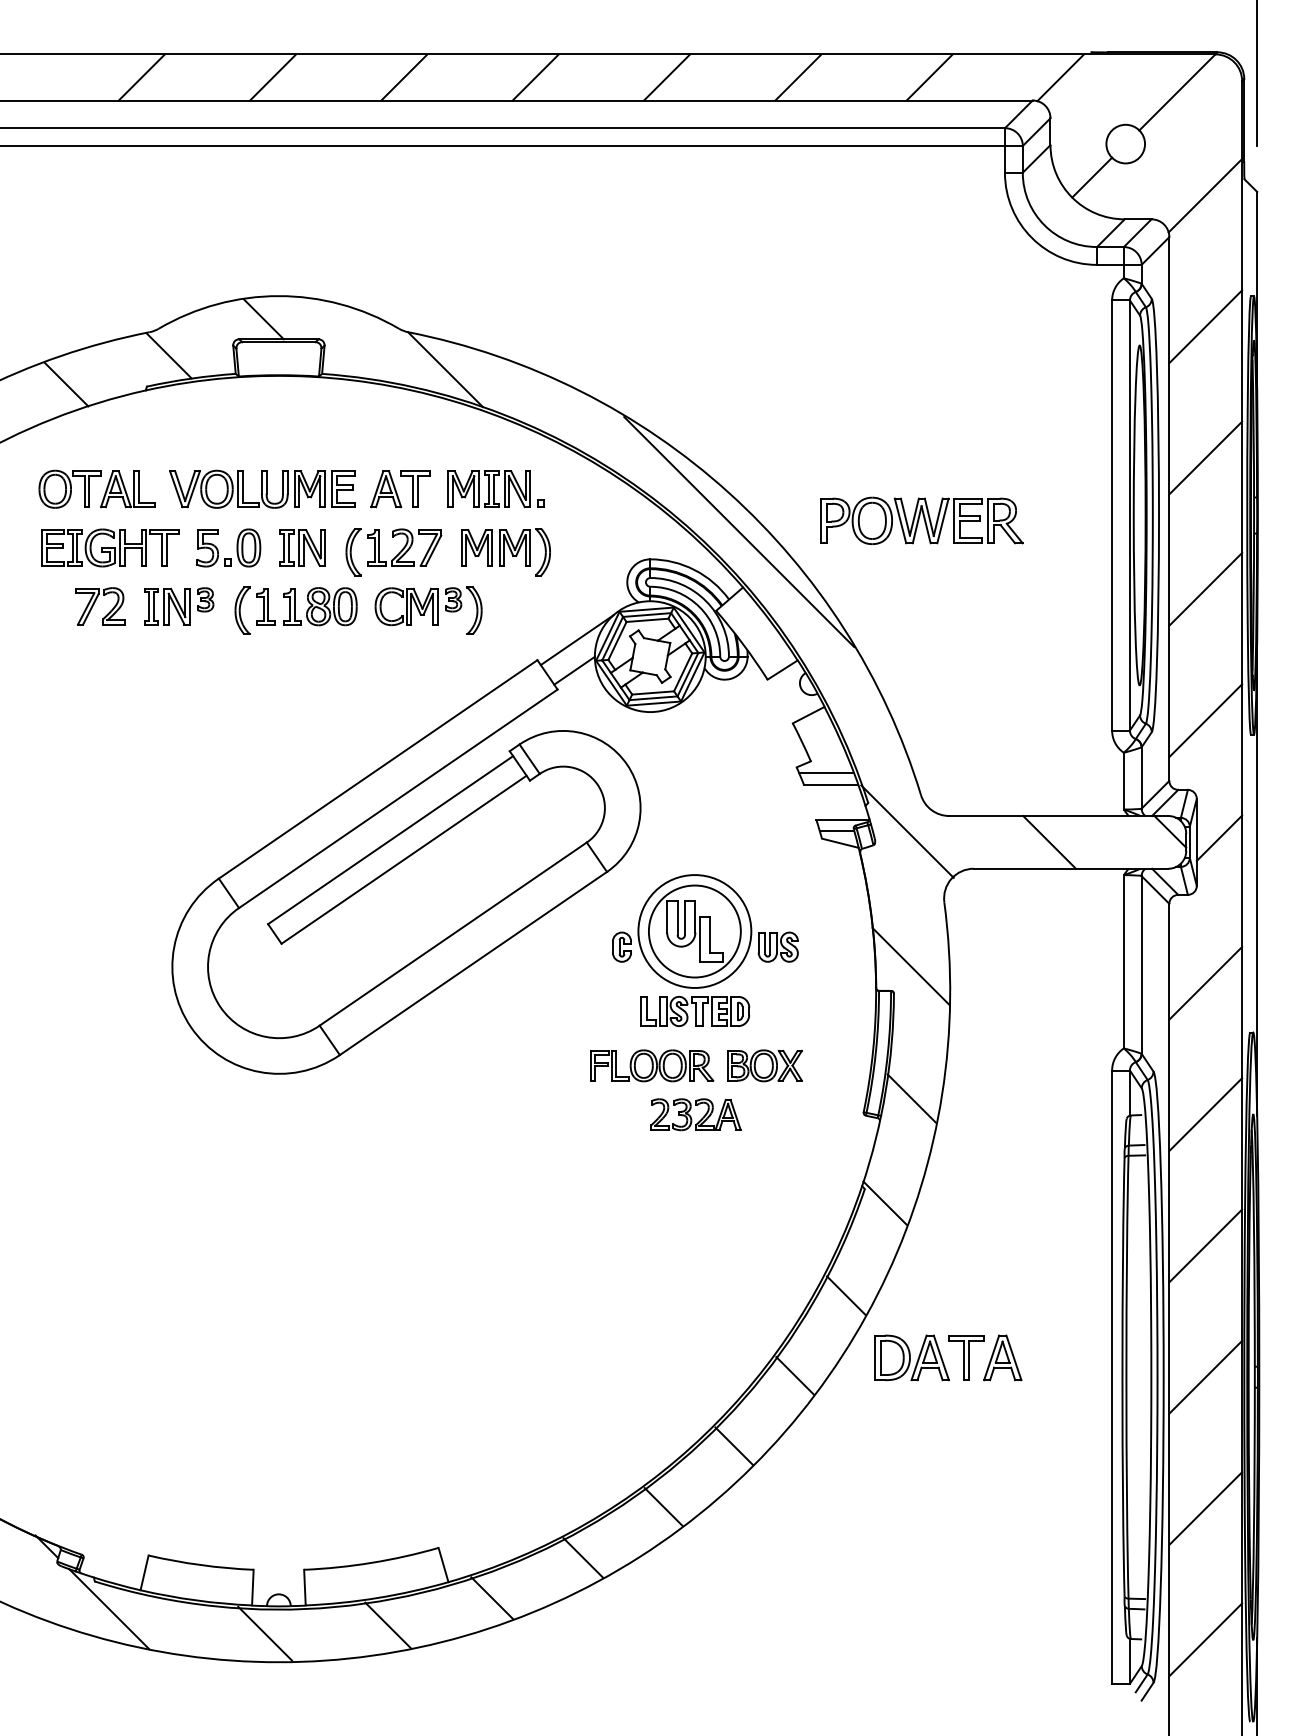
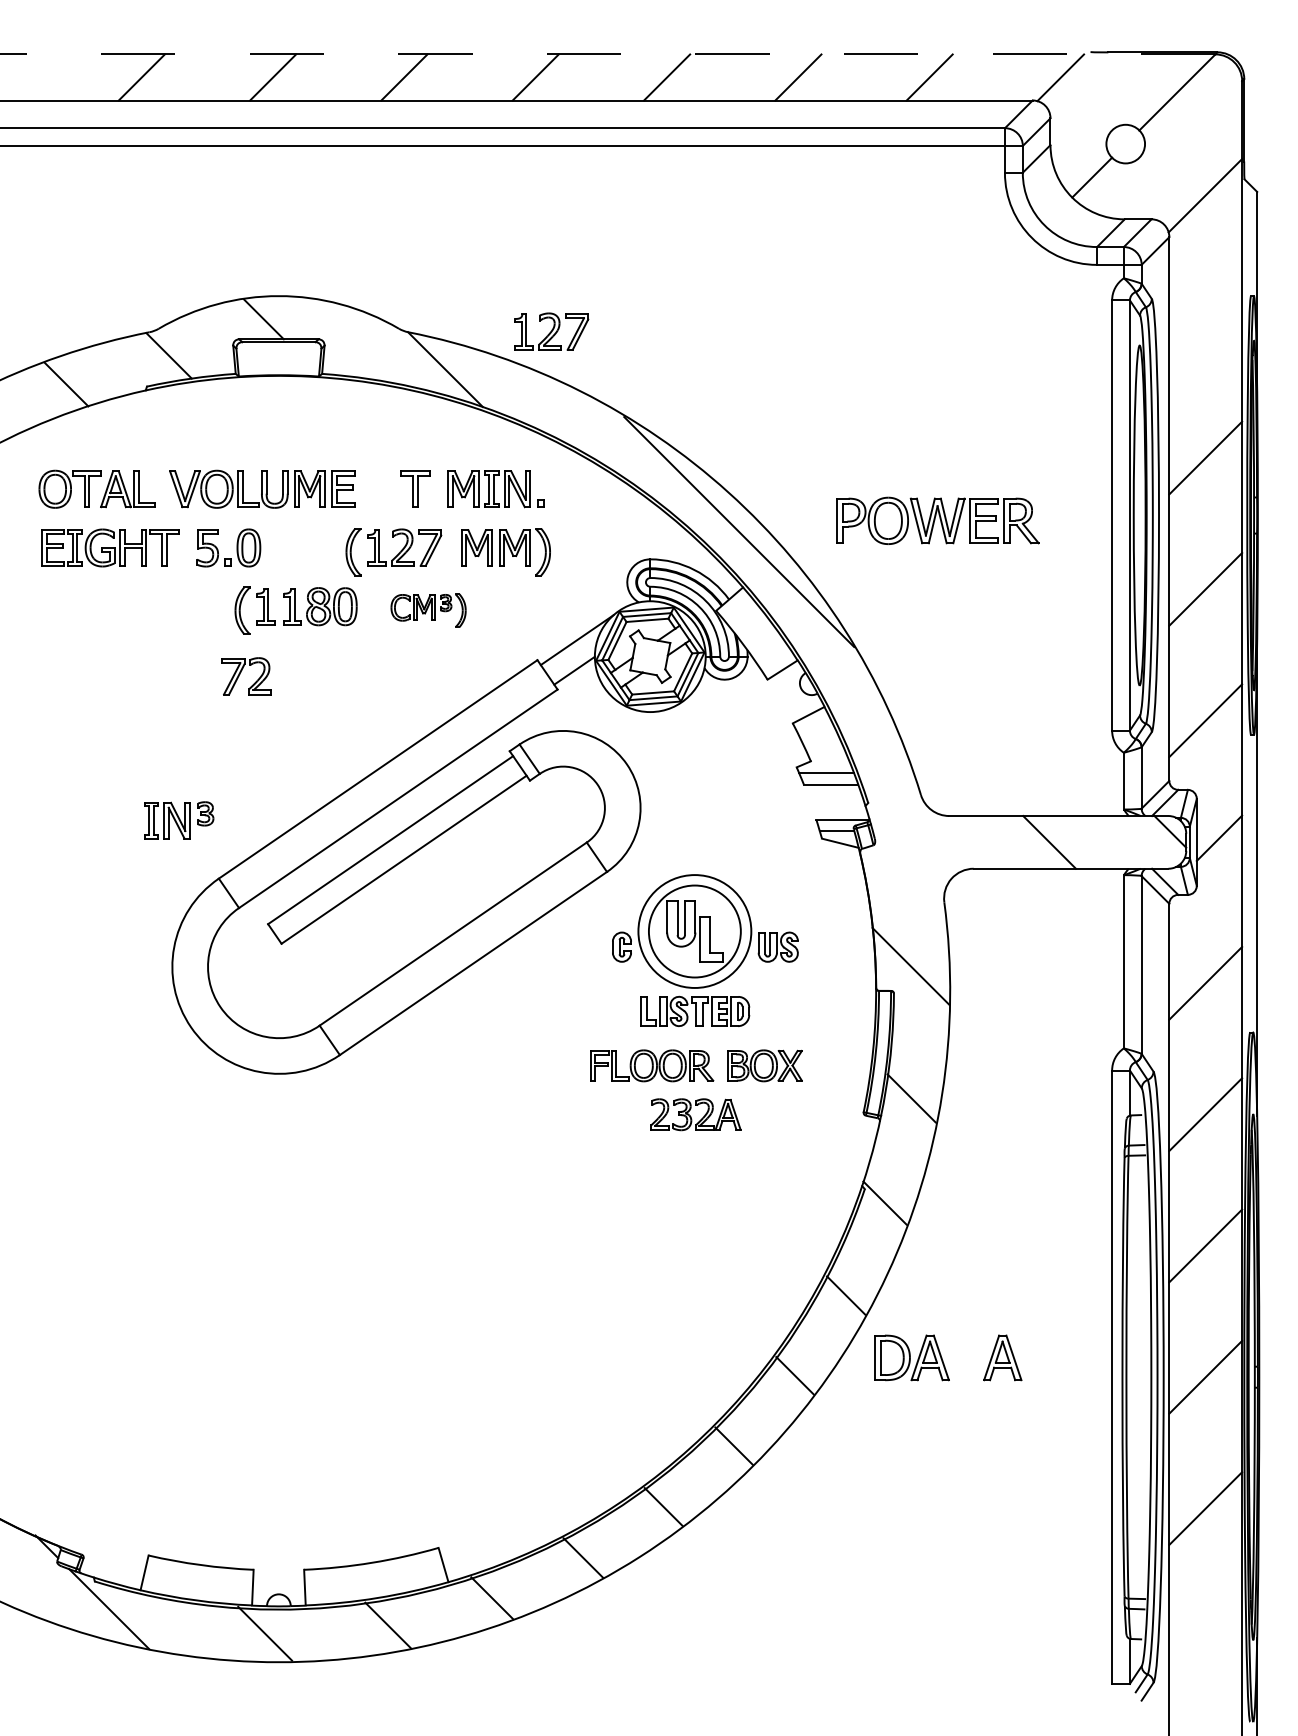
line at (607, 54): solid -> dashed
line at (1257, 73): present -> none
line at (1205, 326): present -> none
part at (551, 331): none -> present
part at (386, 489): present -> none
part at (921, 520) position: (921, 520) -> (937, 520)
part at (302, 547): present -> none
part at (94, 604) position: (94, 604) -> (240, 674)
part at (179, 606) position: (179, 606) -> (179, 820)
part at (428, 610) size: 109x49 px -> 77x35 px
line at (907, 831): present -> none
part at (966, 1357): present -> none
line at (1205, 1639): present -> none
